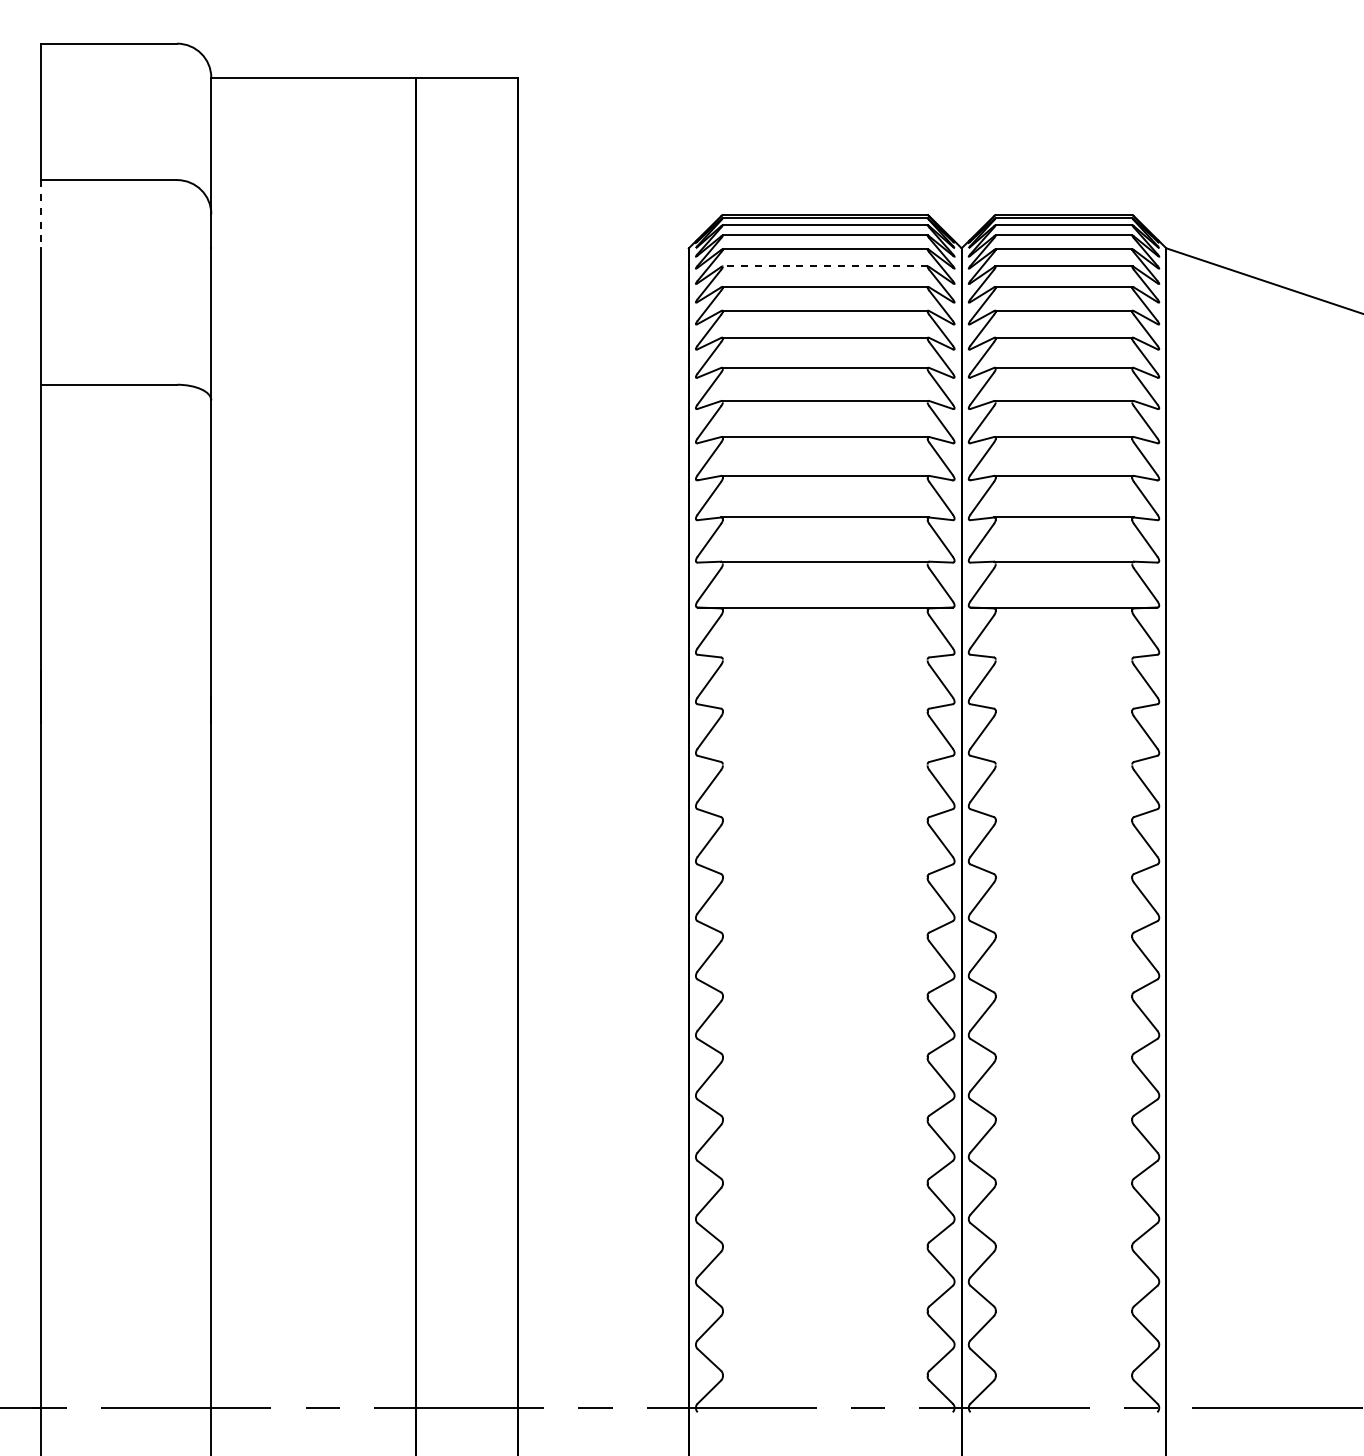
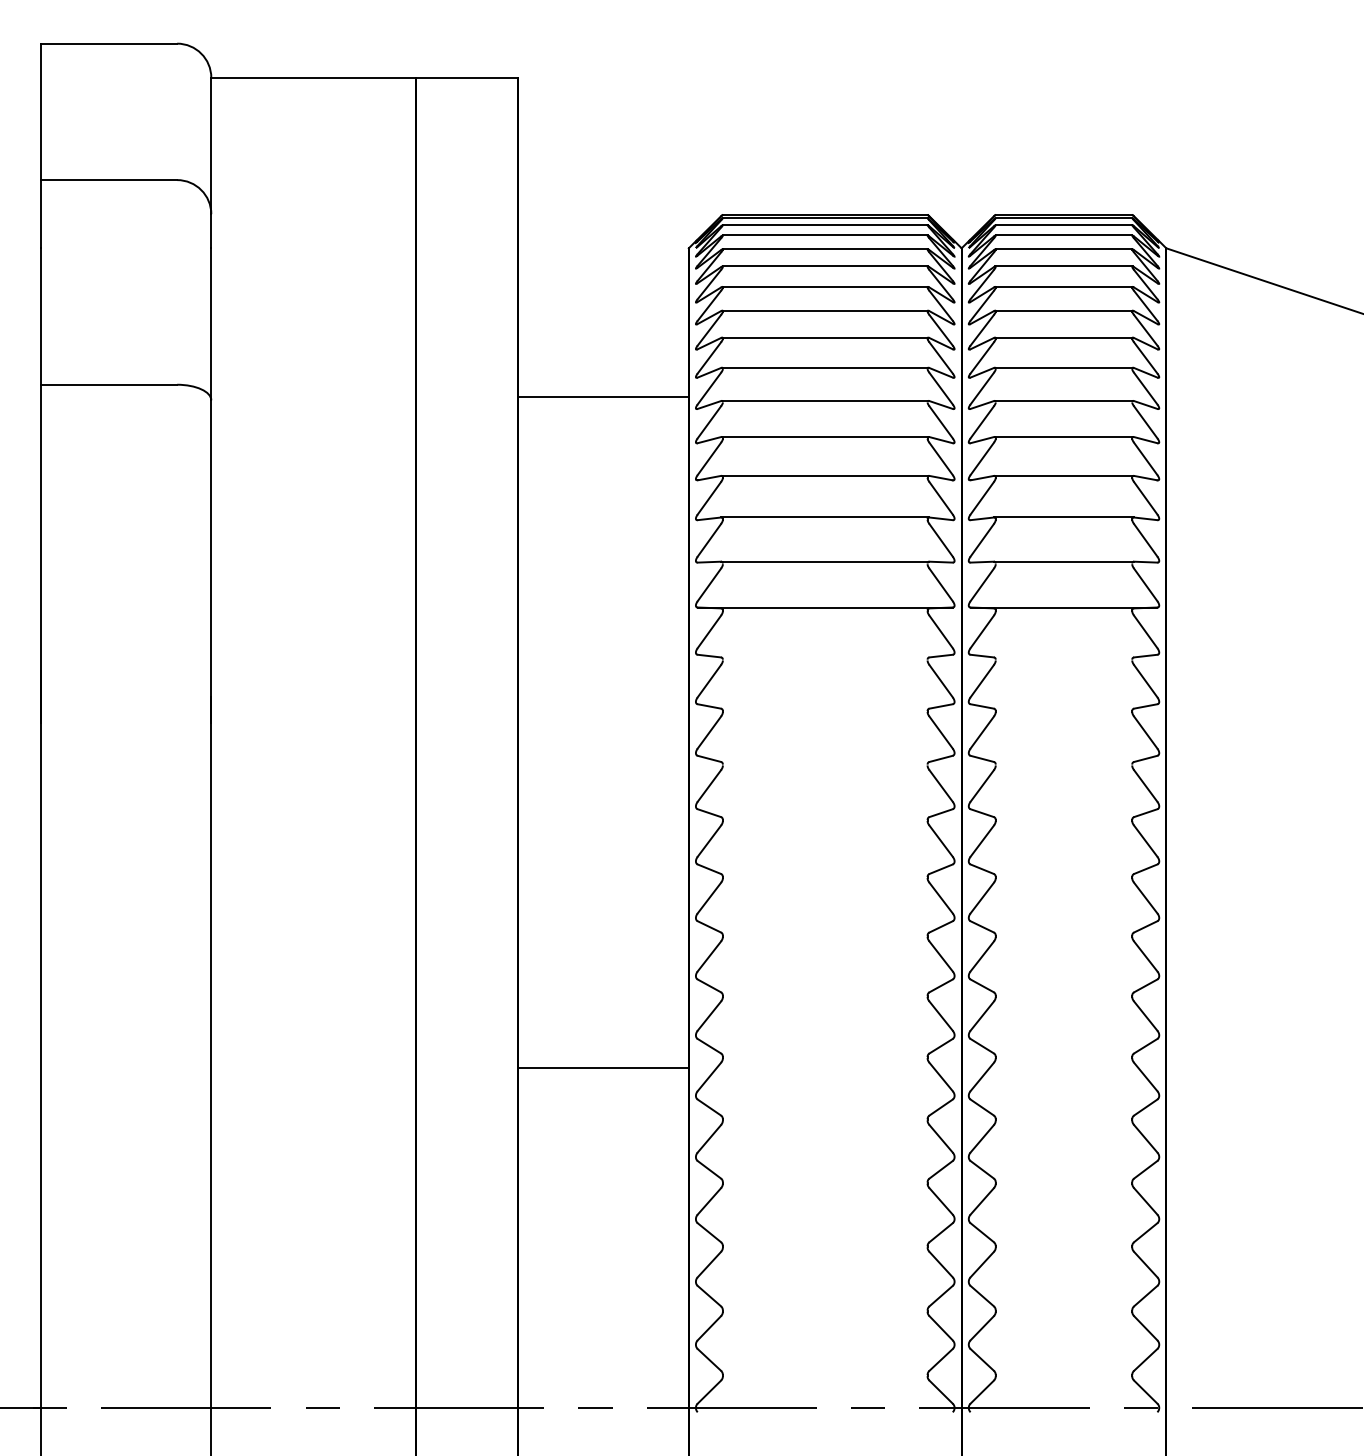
line at (40, 214): dashed -> solid
line at (825, 266): dashed -> solid
line at (603, 397): none -> present
line at (603, 1068): none -> present
